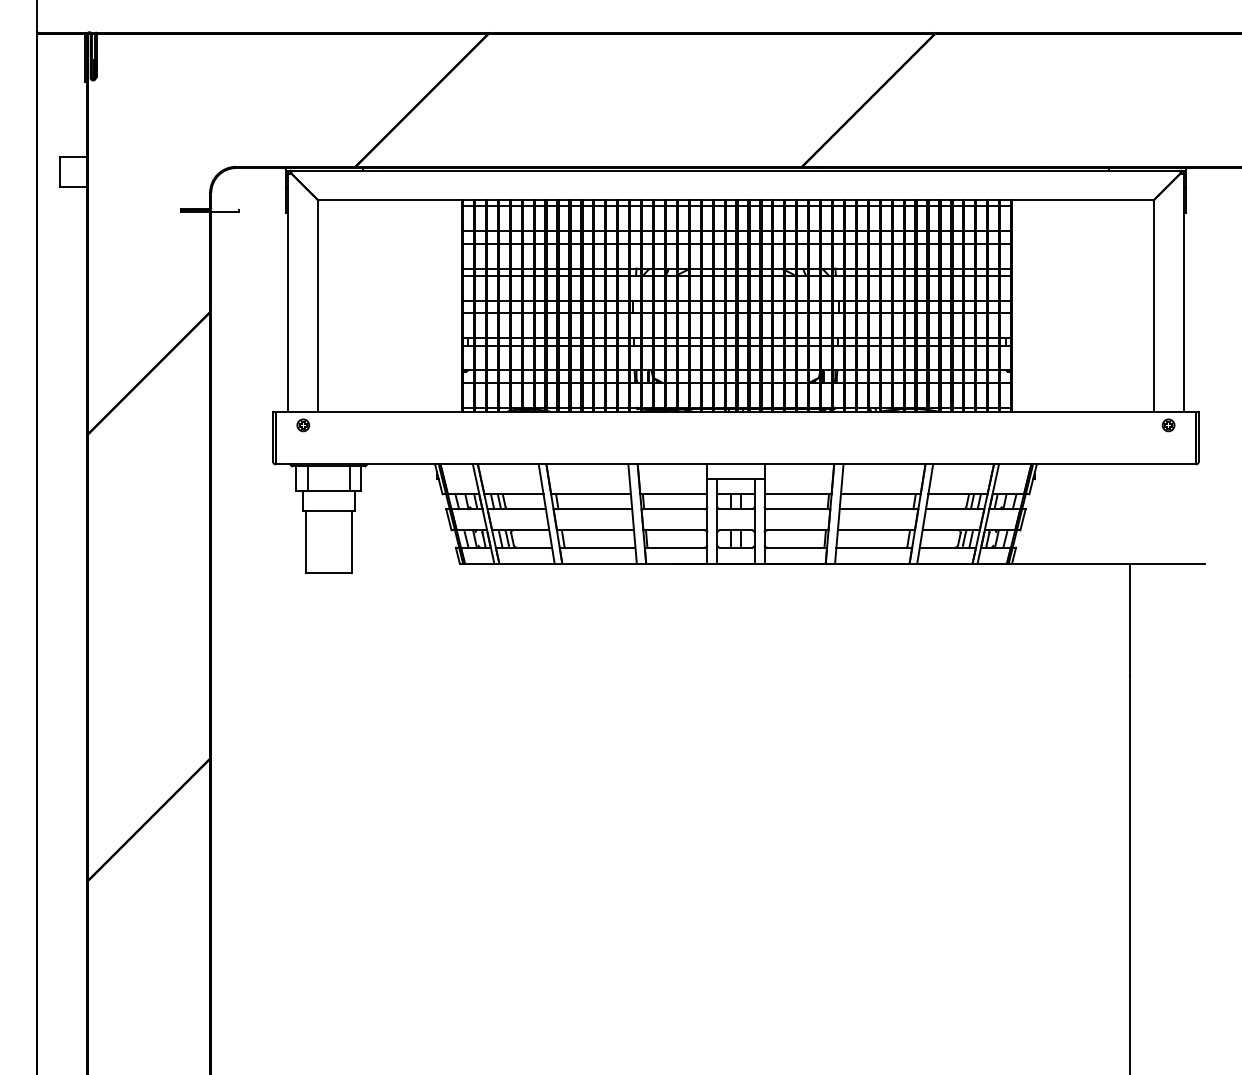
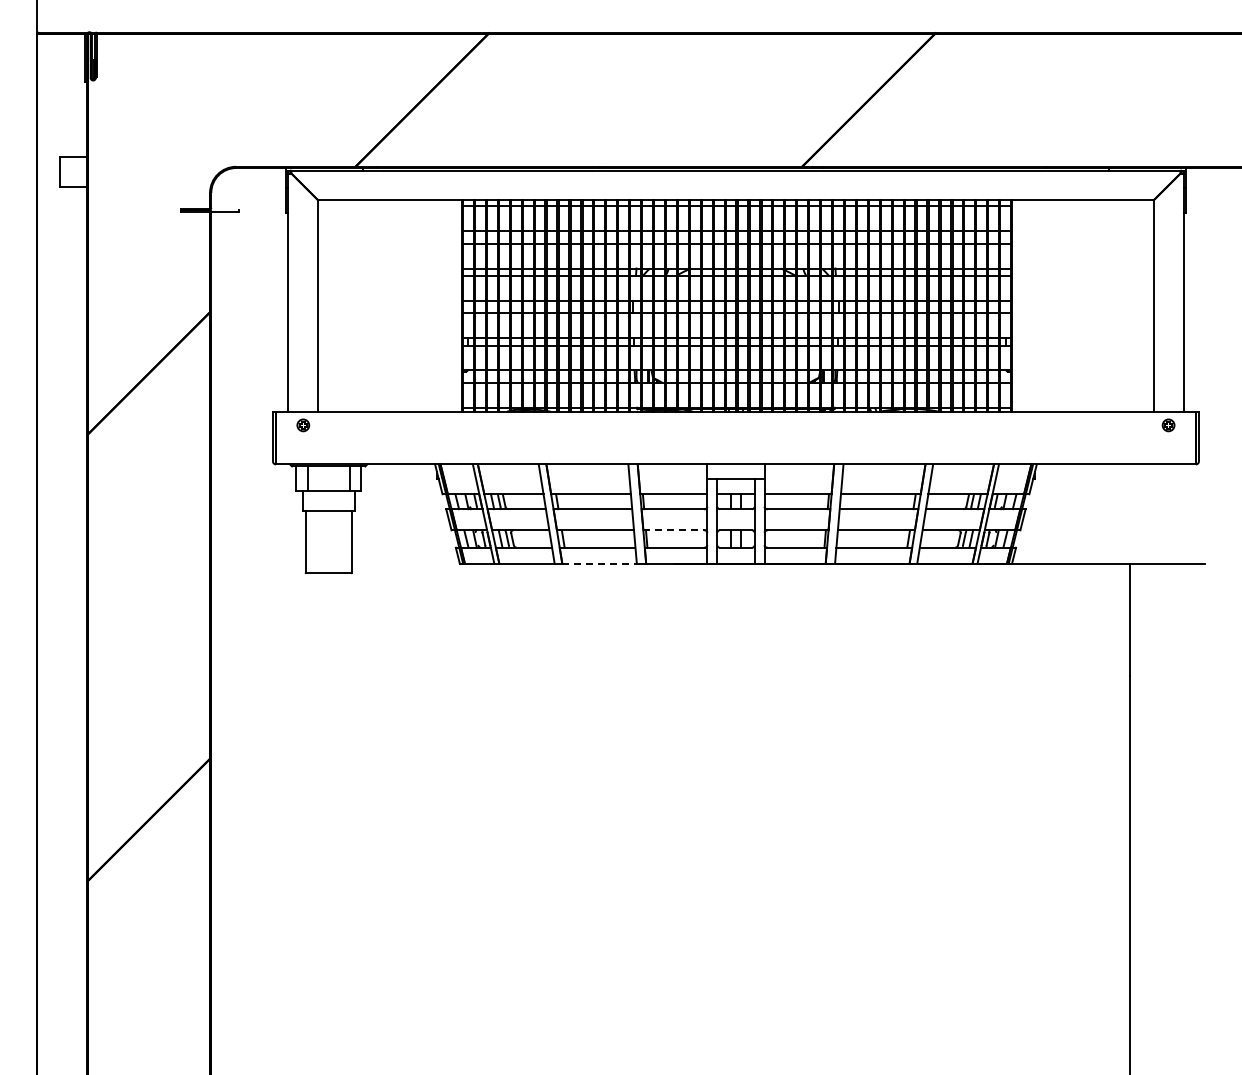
line at (674, 530): solid -> dashed
line at (600, 563): solid -> dashed
